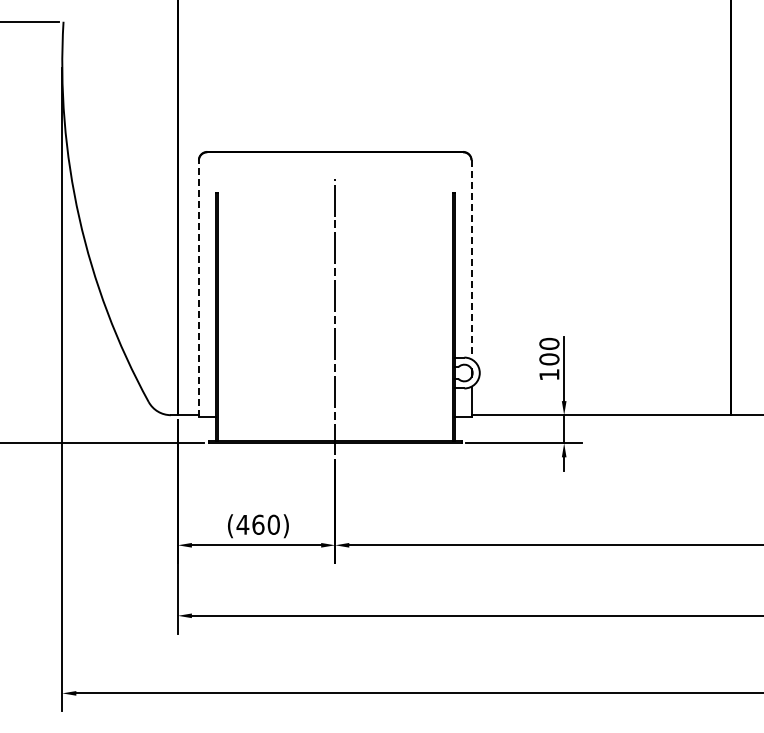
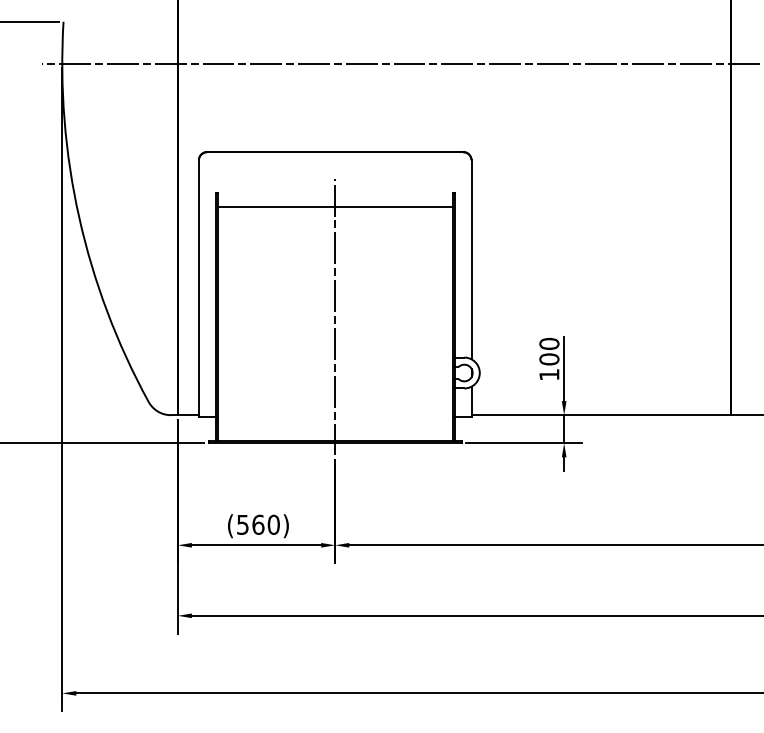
line at (401, 63): none -> present
line at (334, 206): none -> present
line at (471, 260): dashed -> solid
line at (198, 288): dashed -> solid
text at (242, 524): (460) -> (560)
